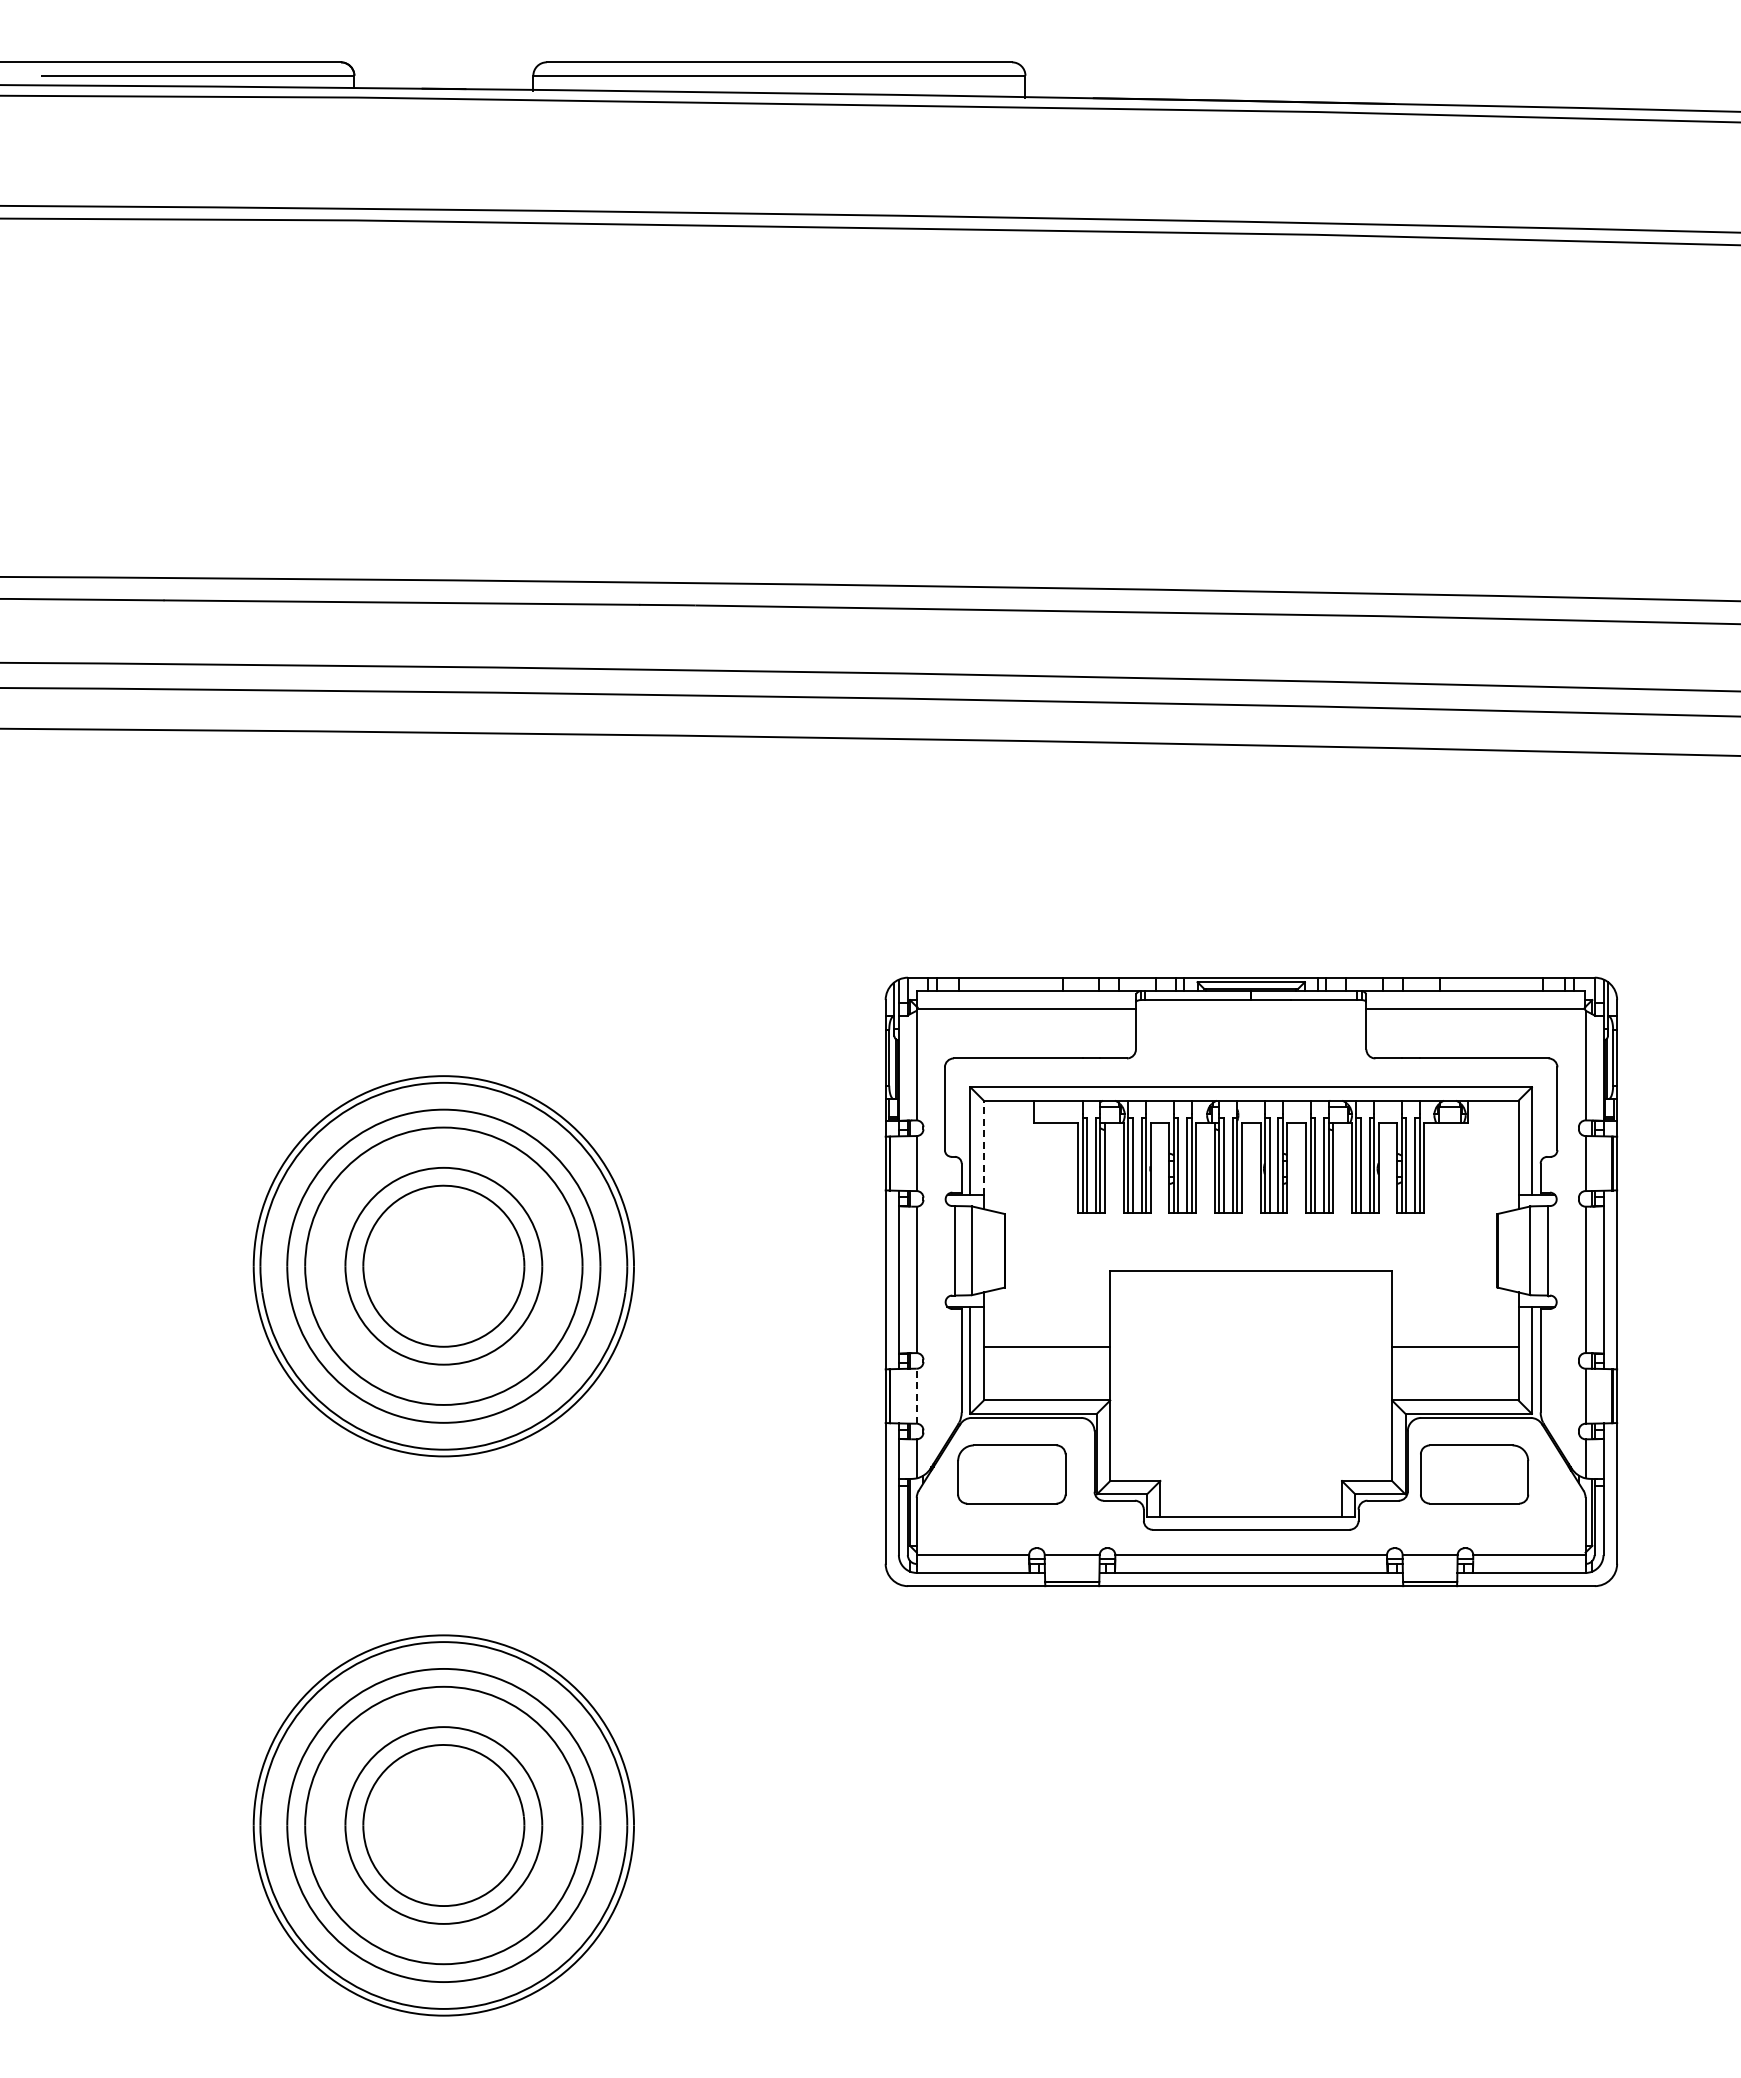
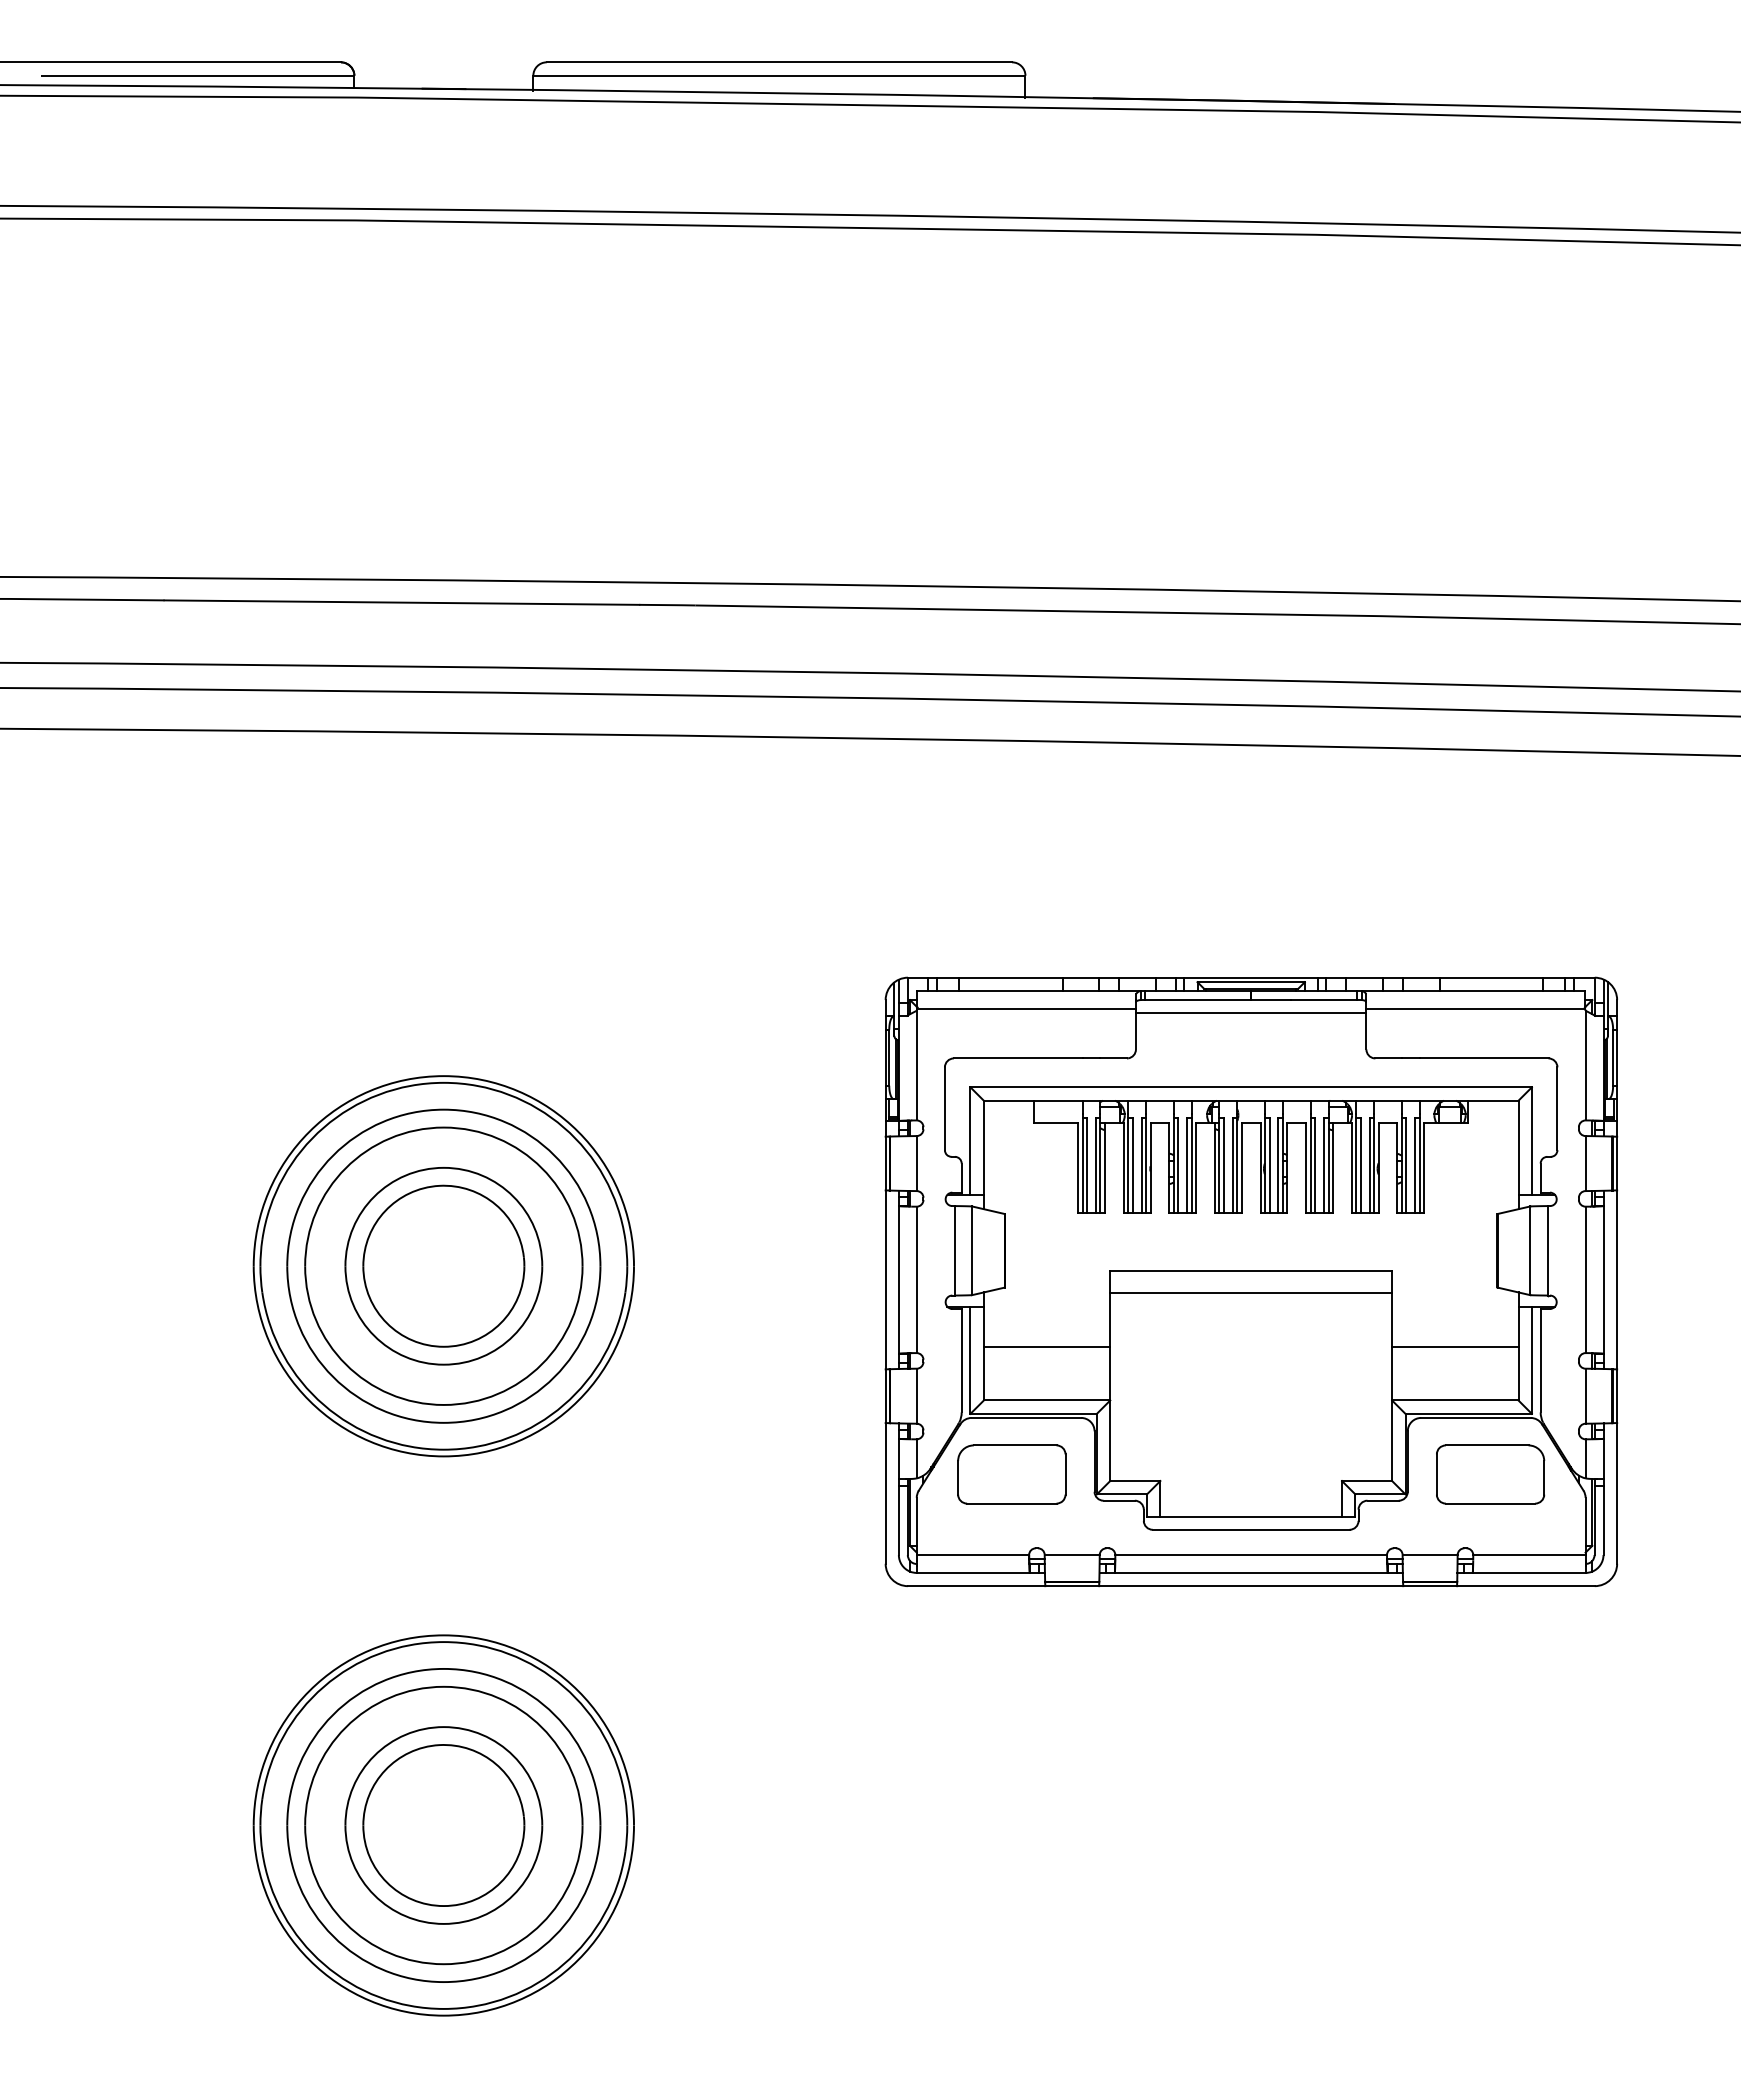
line at (1250, 1013): none -> present
line at (983, 1147): dashed -> solid
line at (1251, 1293): none -> present
line at (916, 1396): dashed -> solid
part at (1474, 1474) position: (1474, 1474) -> (1490, 1474)
